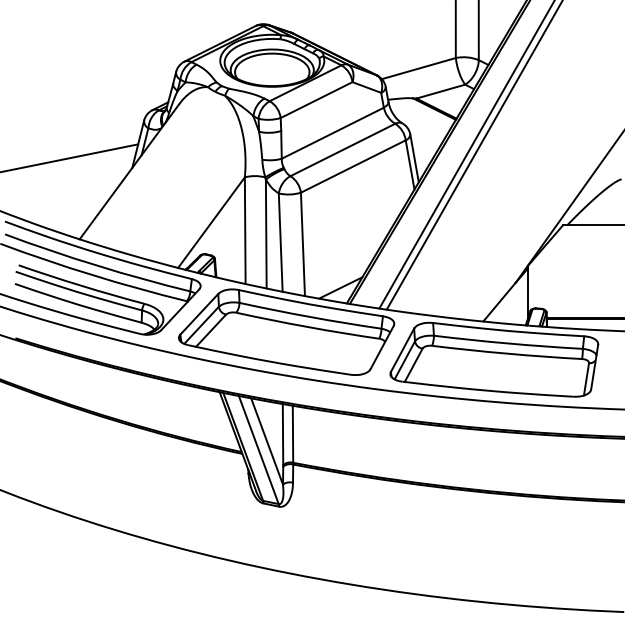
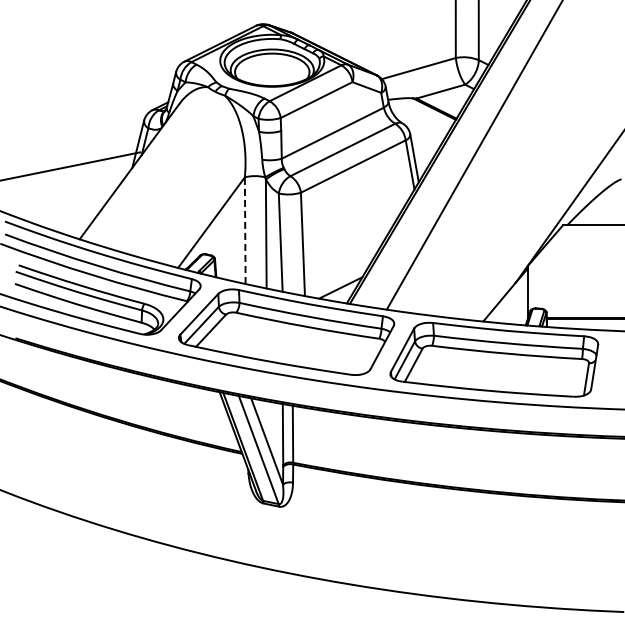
line at (466, 155): present -> none
line at (70, 157) position: (70, 157) -> (71, 166)
line at (245, 230): solid -> dashed
